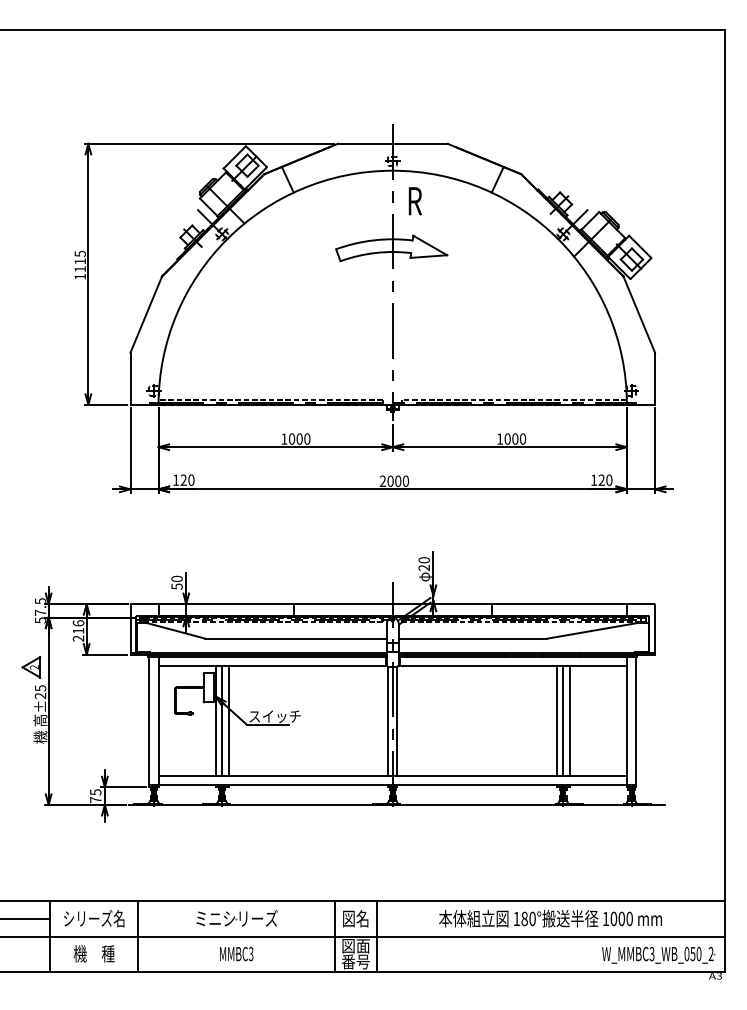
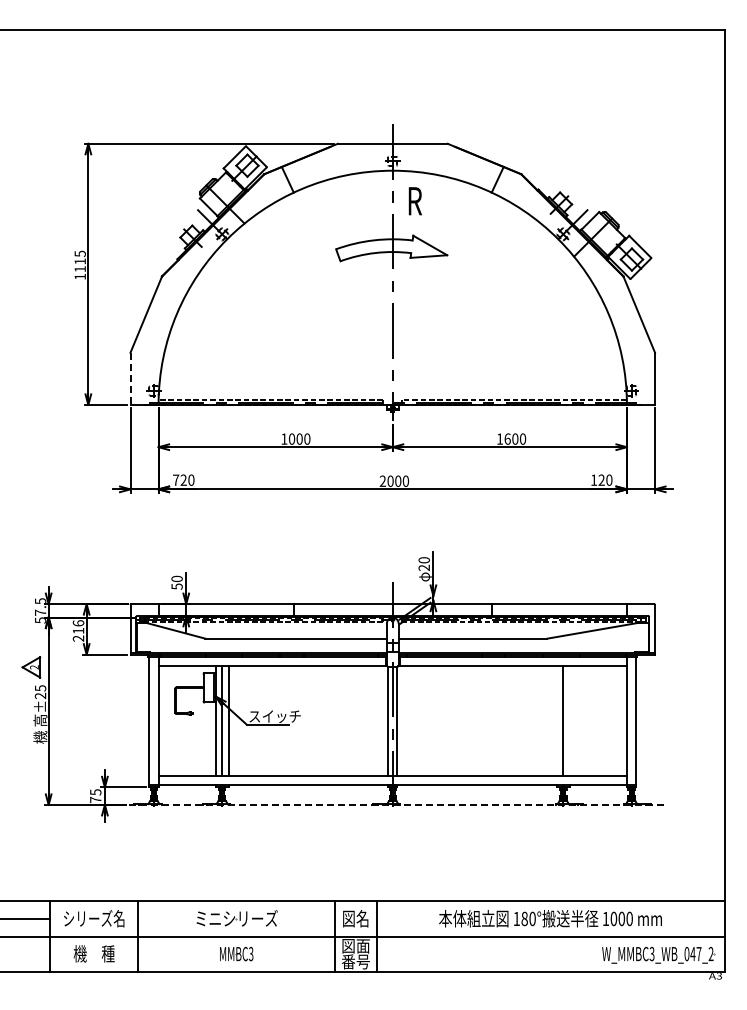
line at (130, 379): solid -> dashed
text at (507, 438): 1000 -> 1600
text at (176, 479): 120 -> 720
line at (556, 720): present -> none
line at (569, 720): present -> none
line at (397, 804): solid -> dashed
text at (695, 953): W_MMBC3_WB_050_2 -> W_MMBC3_WB_047_2
